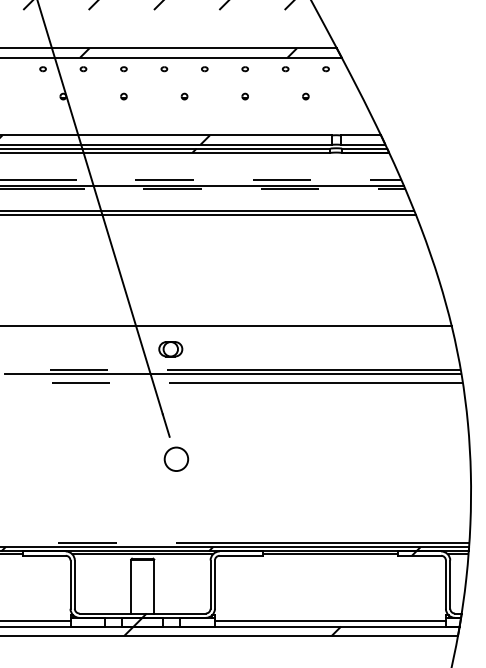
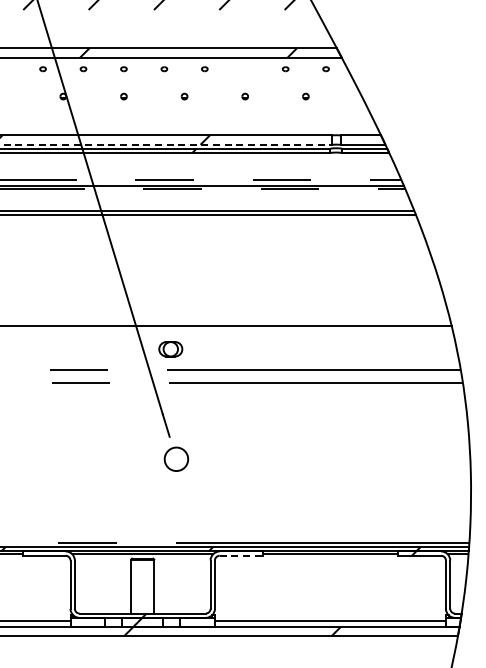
part at (244, 69): present -> none
line at (166, 144): solid -> dashed
line at (232, 373): present -> none
line at (241, 555): solid -> dashed
